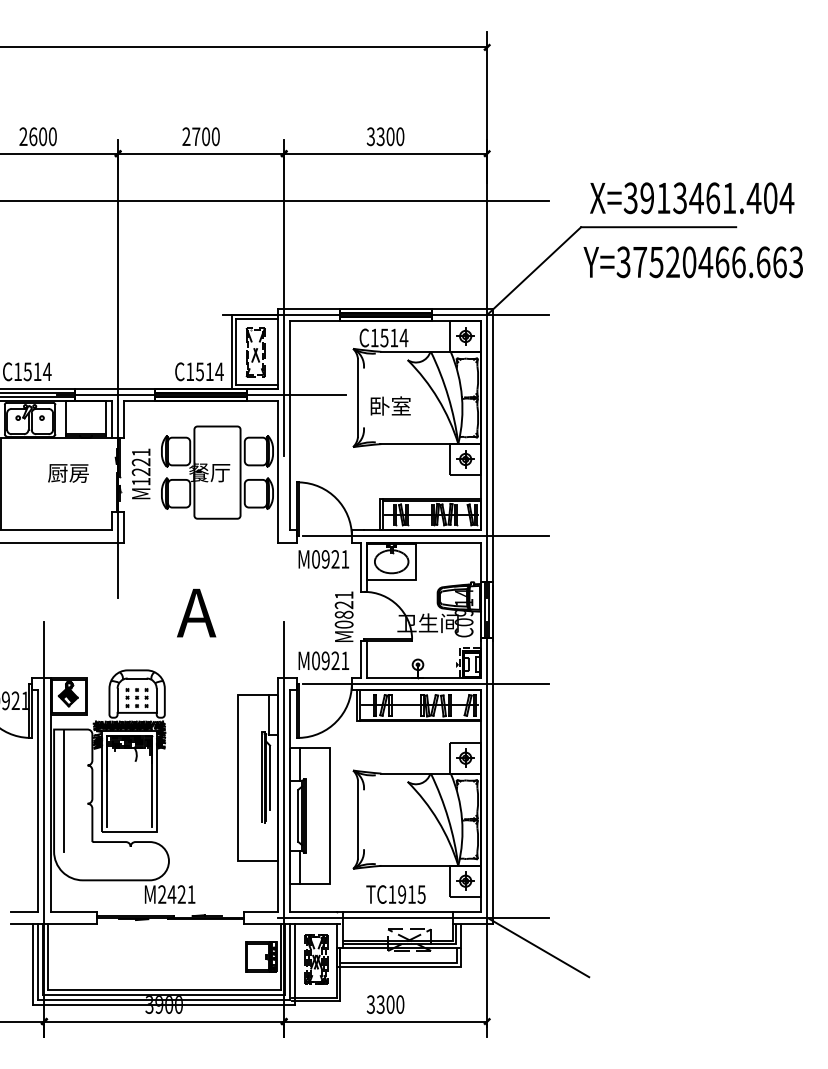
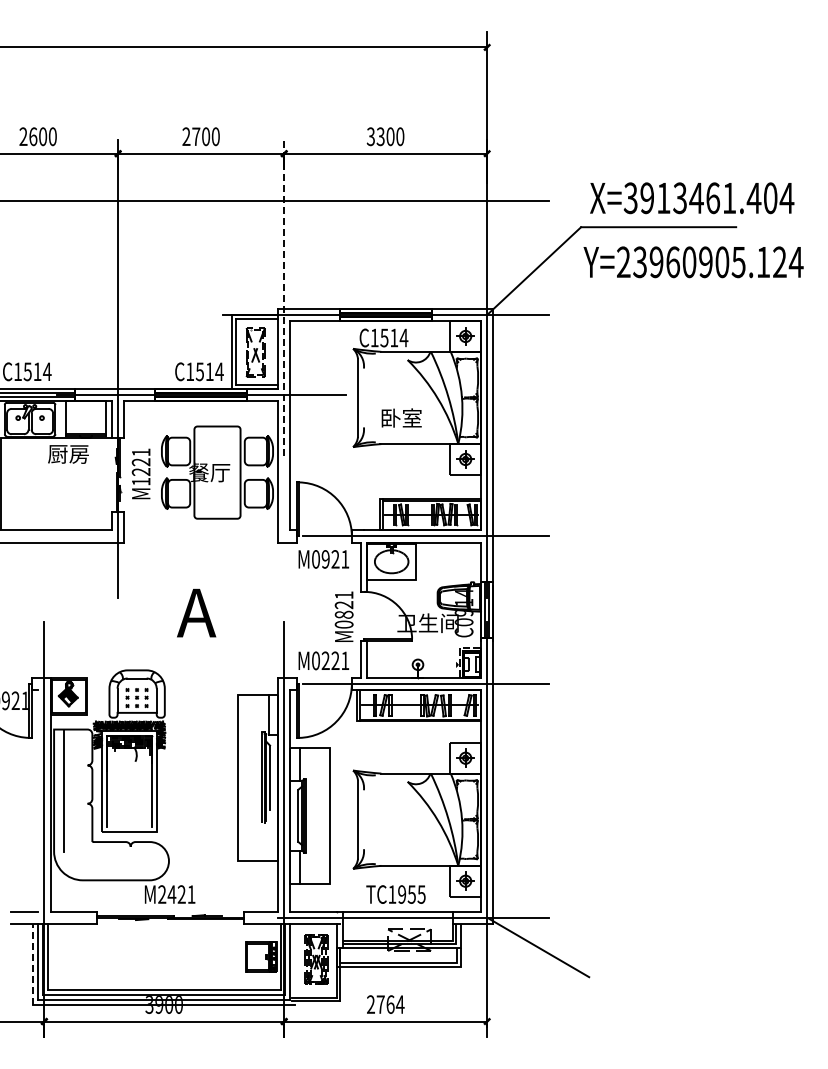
text at (709, 262): Y=37520466.663 -> Y=23960905.124
line at (284, 297): solid -> dashed
text at (390, 405) position: (390, 405) -> (401, 417)
text at (68, 473) position: (68, 473) -> (68, 454)
text at (325, 661): M0921 -> M0221
line at (38, 800): present -> none
text at (411, 894): TC1915 -> TC1955
line at (33, 964): solid -> dashed
line at (295, 964): present -> none
text at (385, 1004): 3300 -> 2764
